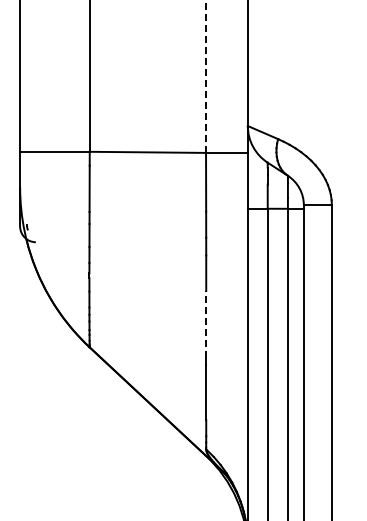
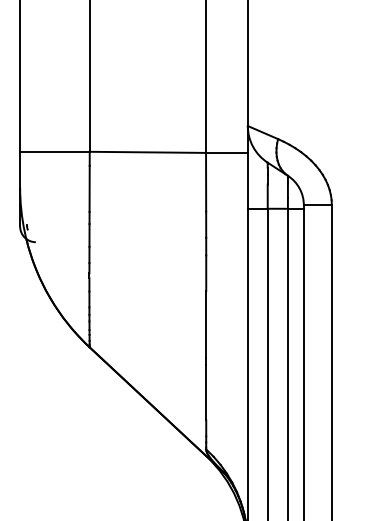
line at (206, 76): dashed -> solid
line at (206, 323): dashed -> solid
